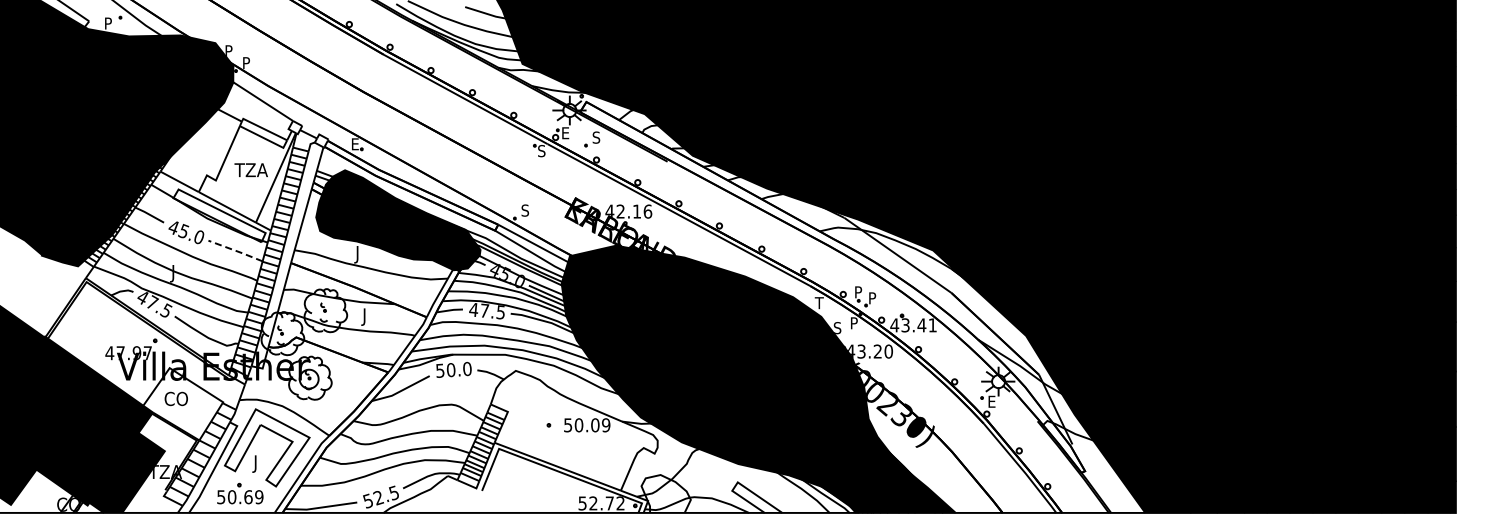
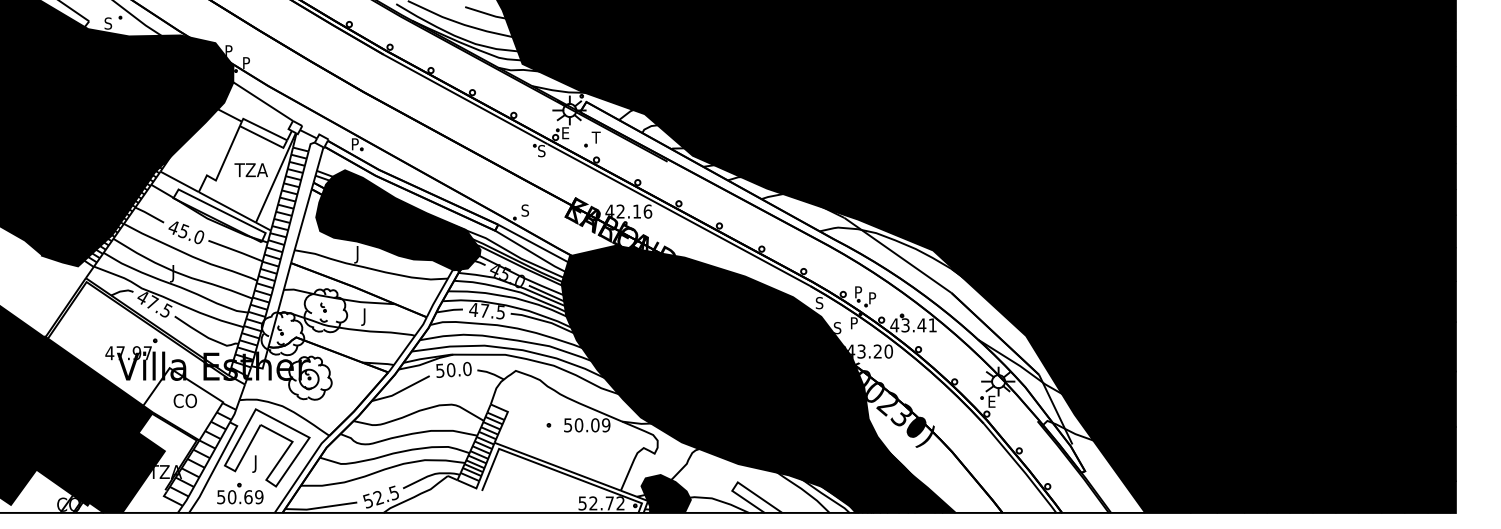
text at (108, 23): P -> S
text at (595, 137): S -> T
text at (355, 144): E -> P
line at (235, 250): dashed -> solid
text at (818, 303): T -> S
text at (175, 398) position: (175, 398) -> (184, 400)
fill at (665, 493): none -> present
